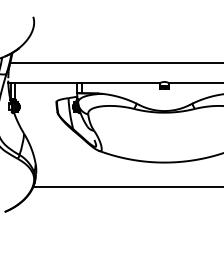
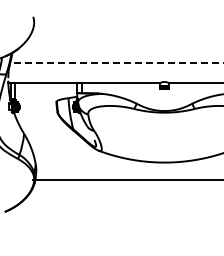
line at (117, 63): solid -> dashed
line at (126, 187) position: (126, 187) -> (126, 180)
